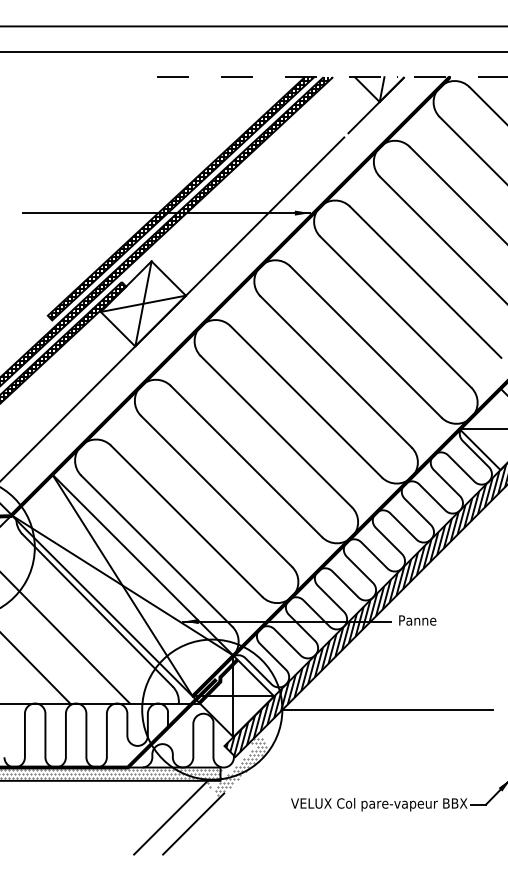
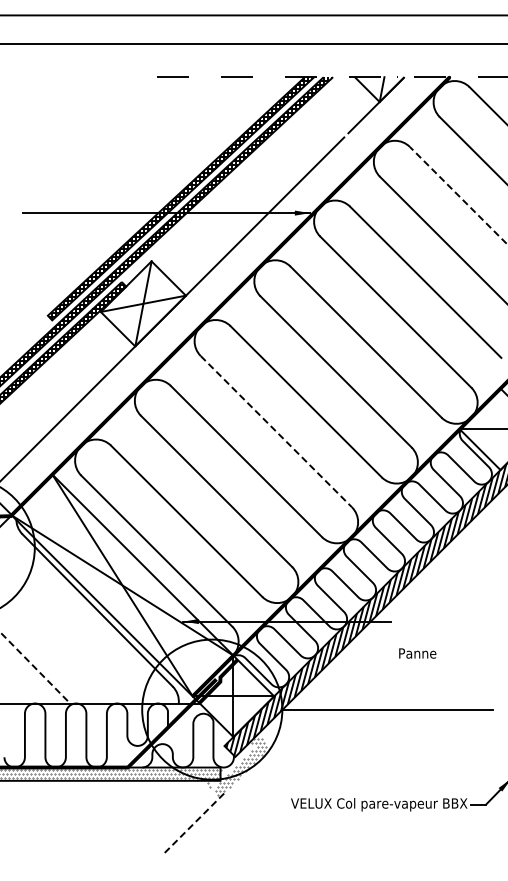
line at (253, 26) position: (253, 26) -> (253, 15)
line at (253, 51) position: (253, 51) -> (253, 43)
line at (458, 195): solid -> dashed
line at (276, 431): solid -> dashed
text at (417, 620) position: (417, 620) -> (417, 653)
line at (65, 638): present -> none
line at (35, 667): solid -> dashed
line at (170, 817): present -> none
line at (193, 824): solid -> dashed
